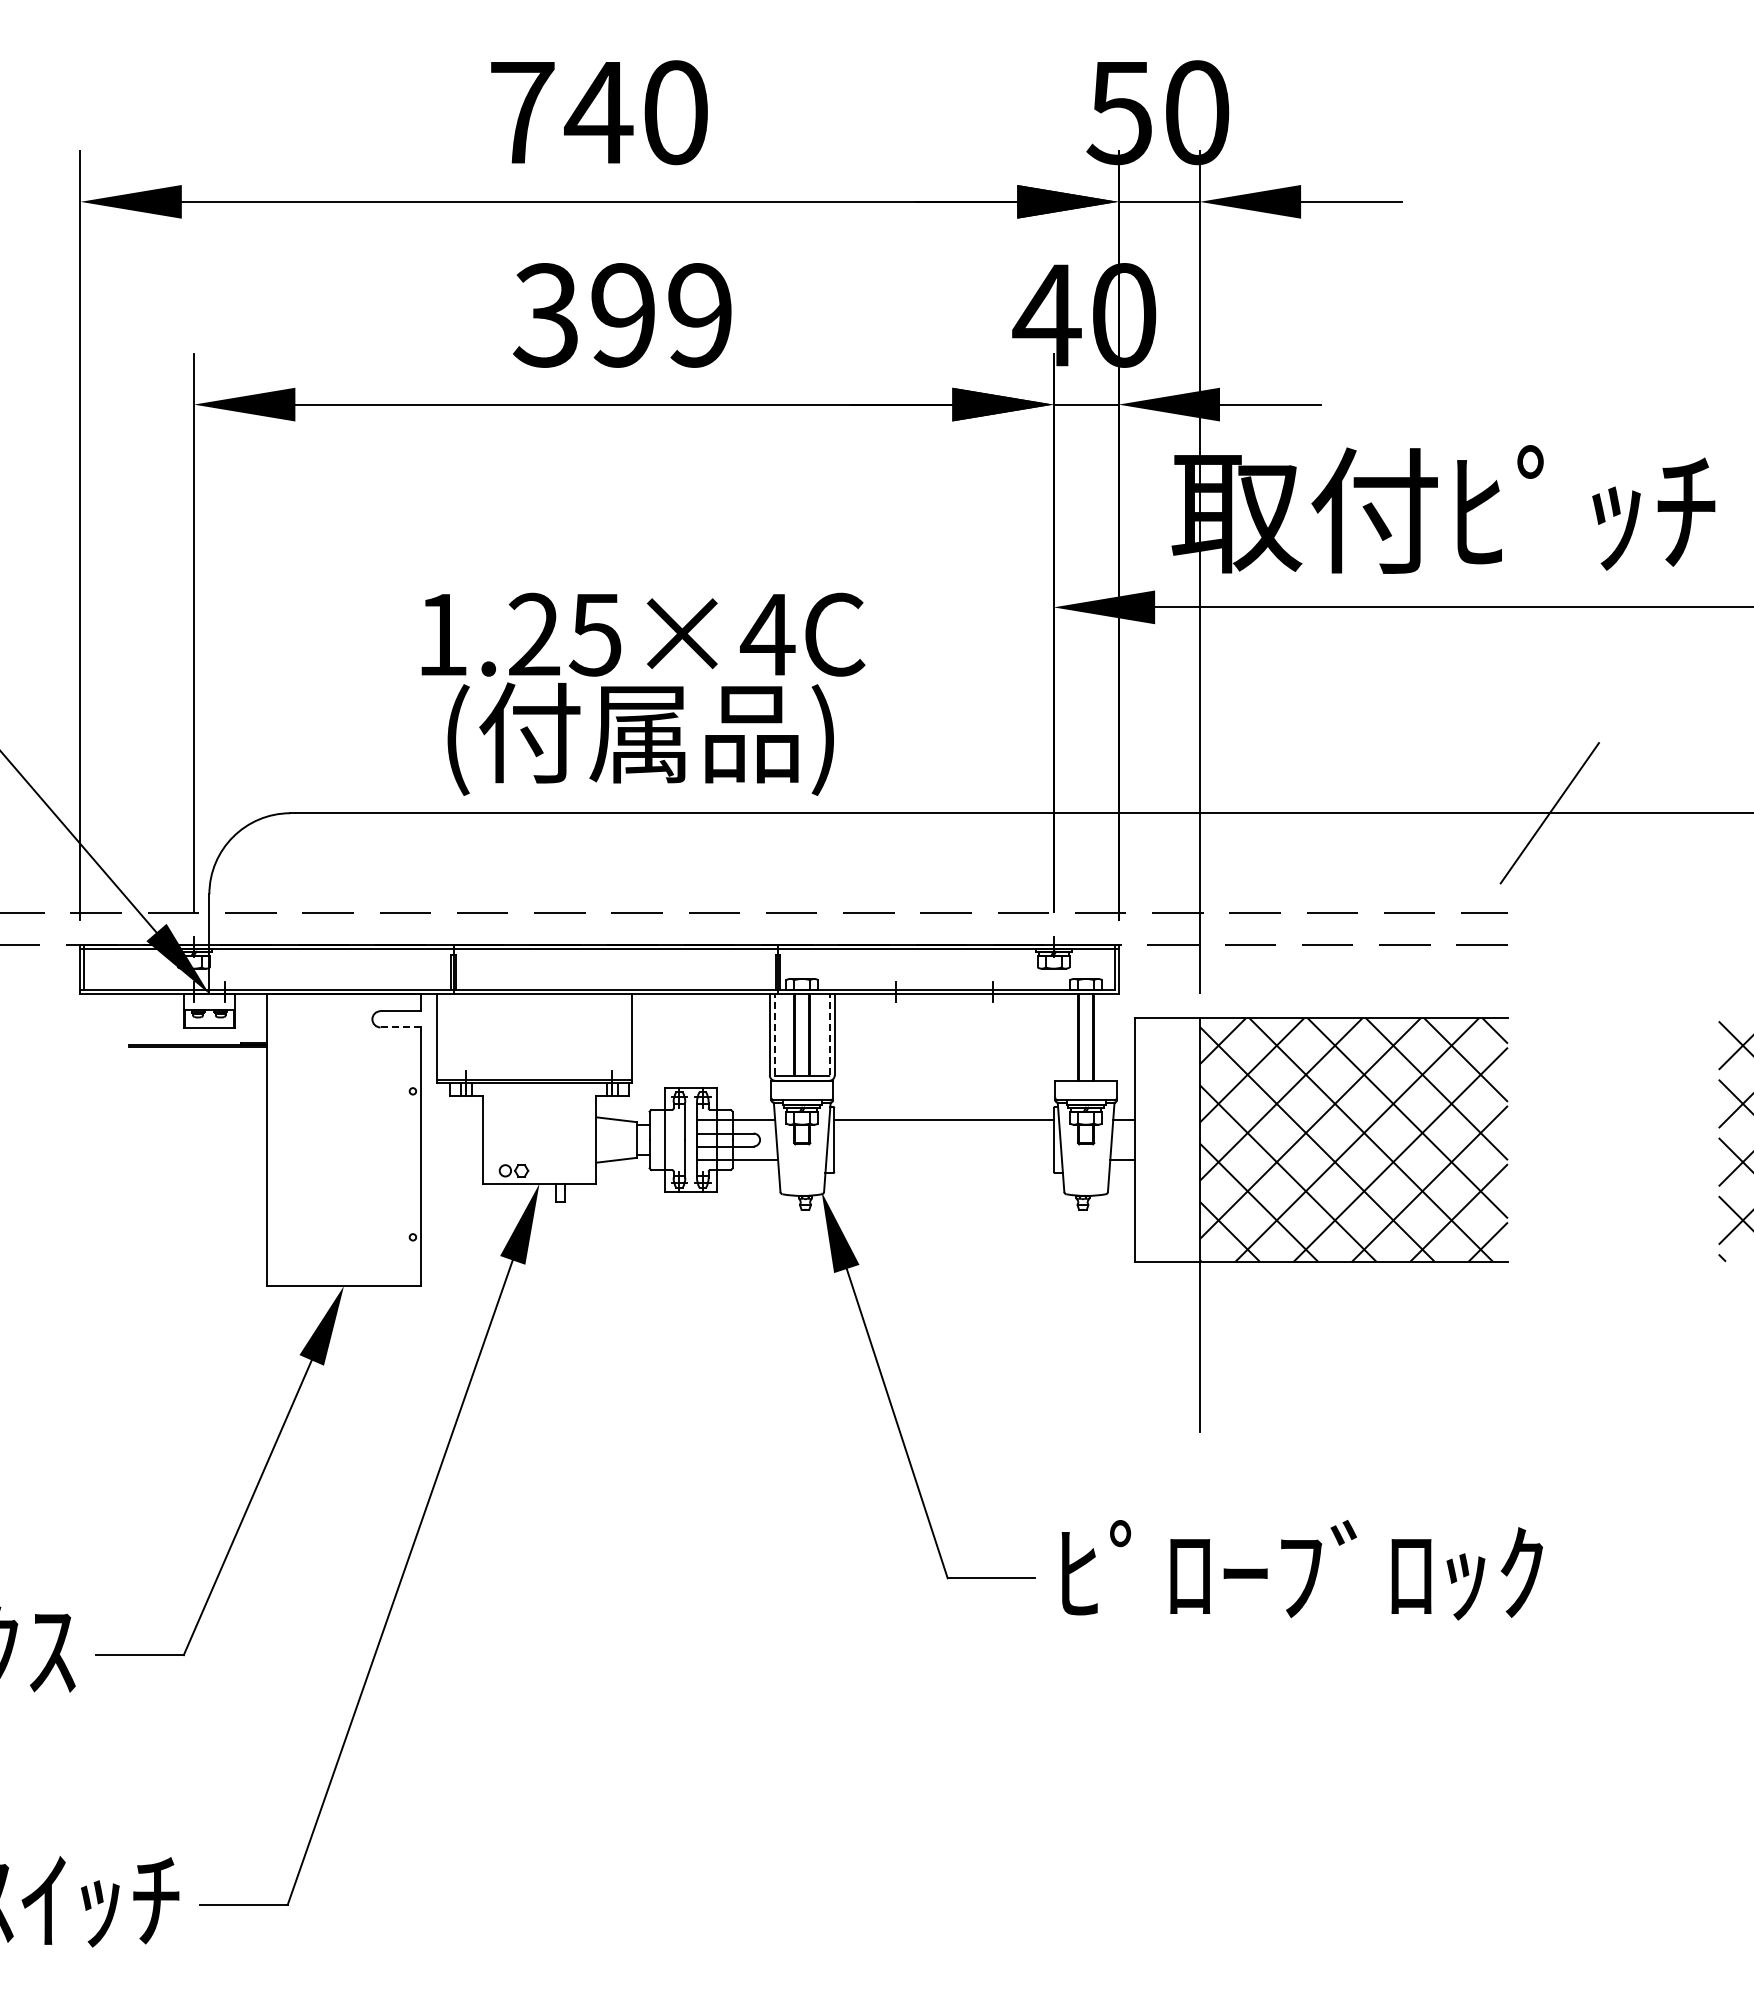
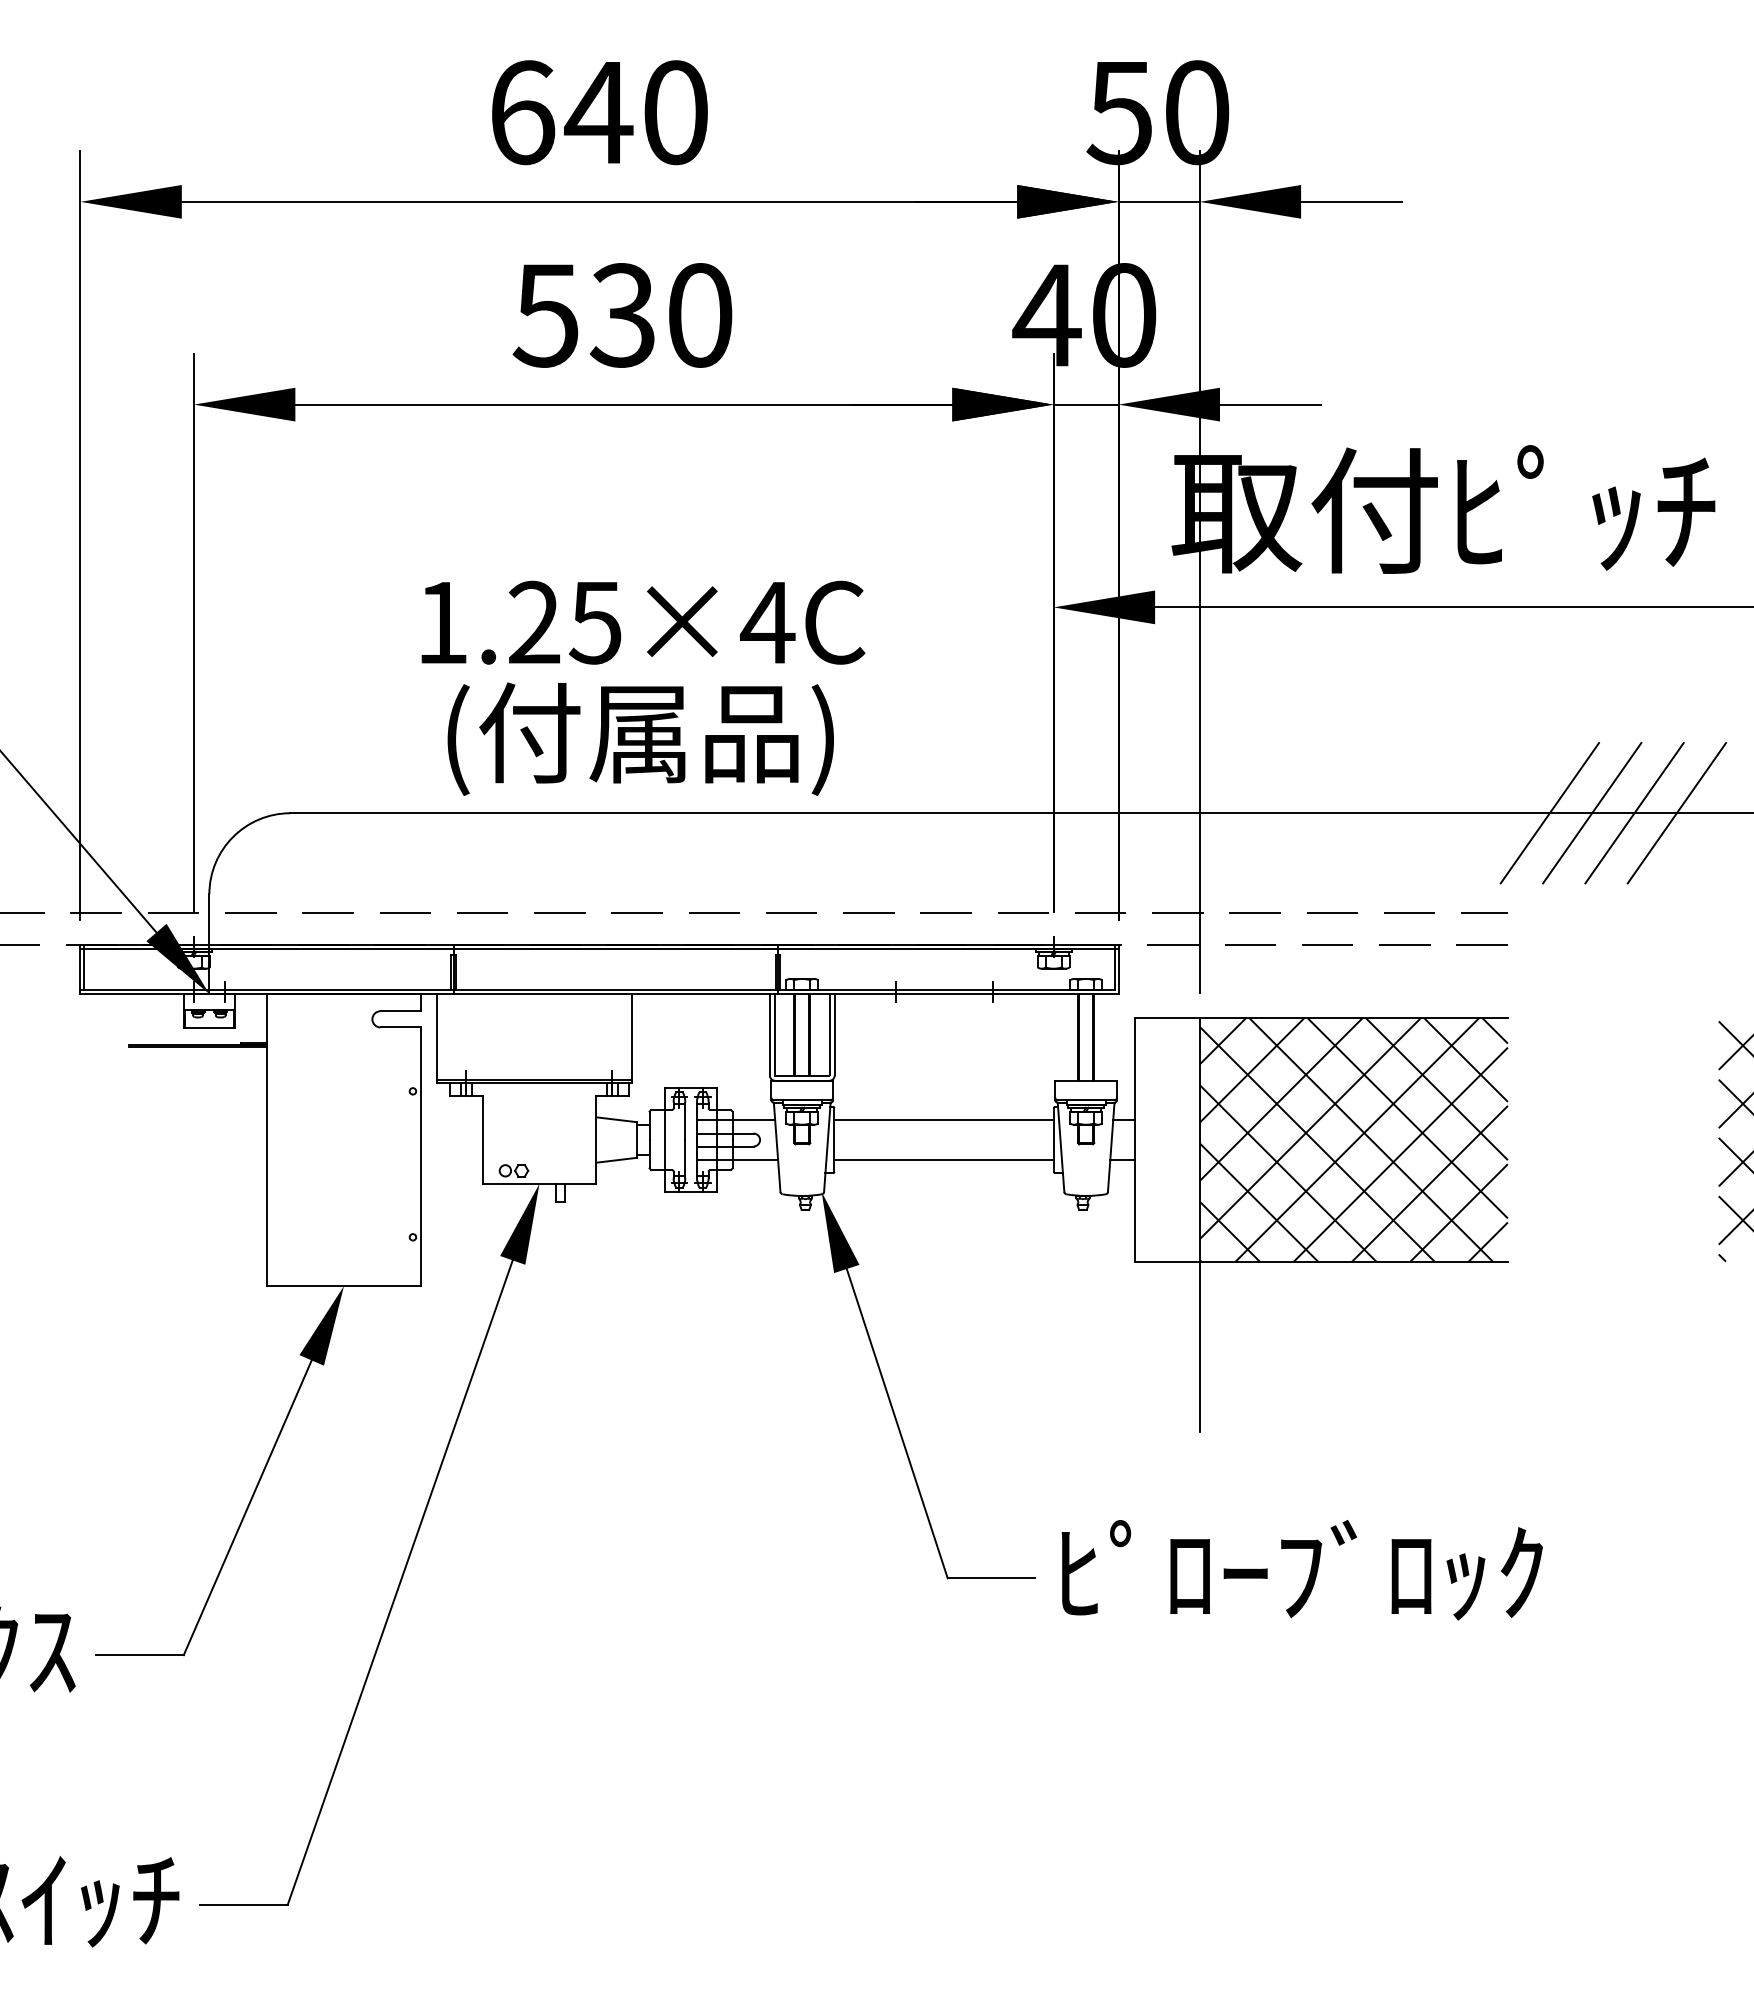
text at (523, 112): 740 -> 640
text at (622, 315): 399 -> 530
text at (643, 634) position: (643, 634) -> (643, 622)
line at (1592, 813): none -> present
line at (1634, 813): none -> present
line at (1676, 813): none -> present
line at (400, 1027): dashed -> solid
line at (775, 1034): dashed -> solid
line at (829, 1034): dashed -> solid
line at (944, 1160): none -> present
